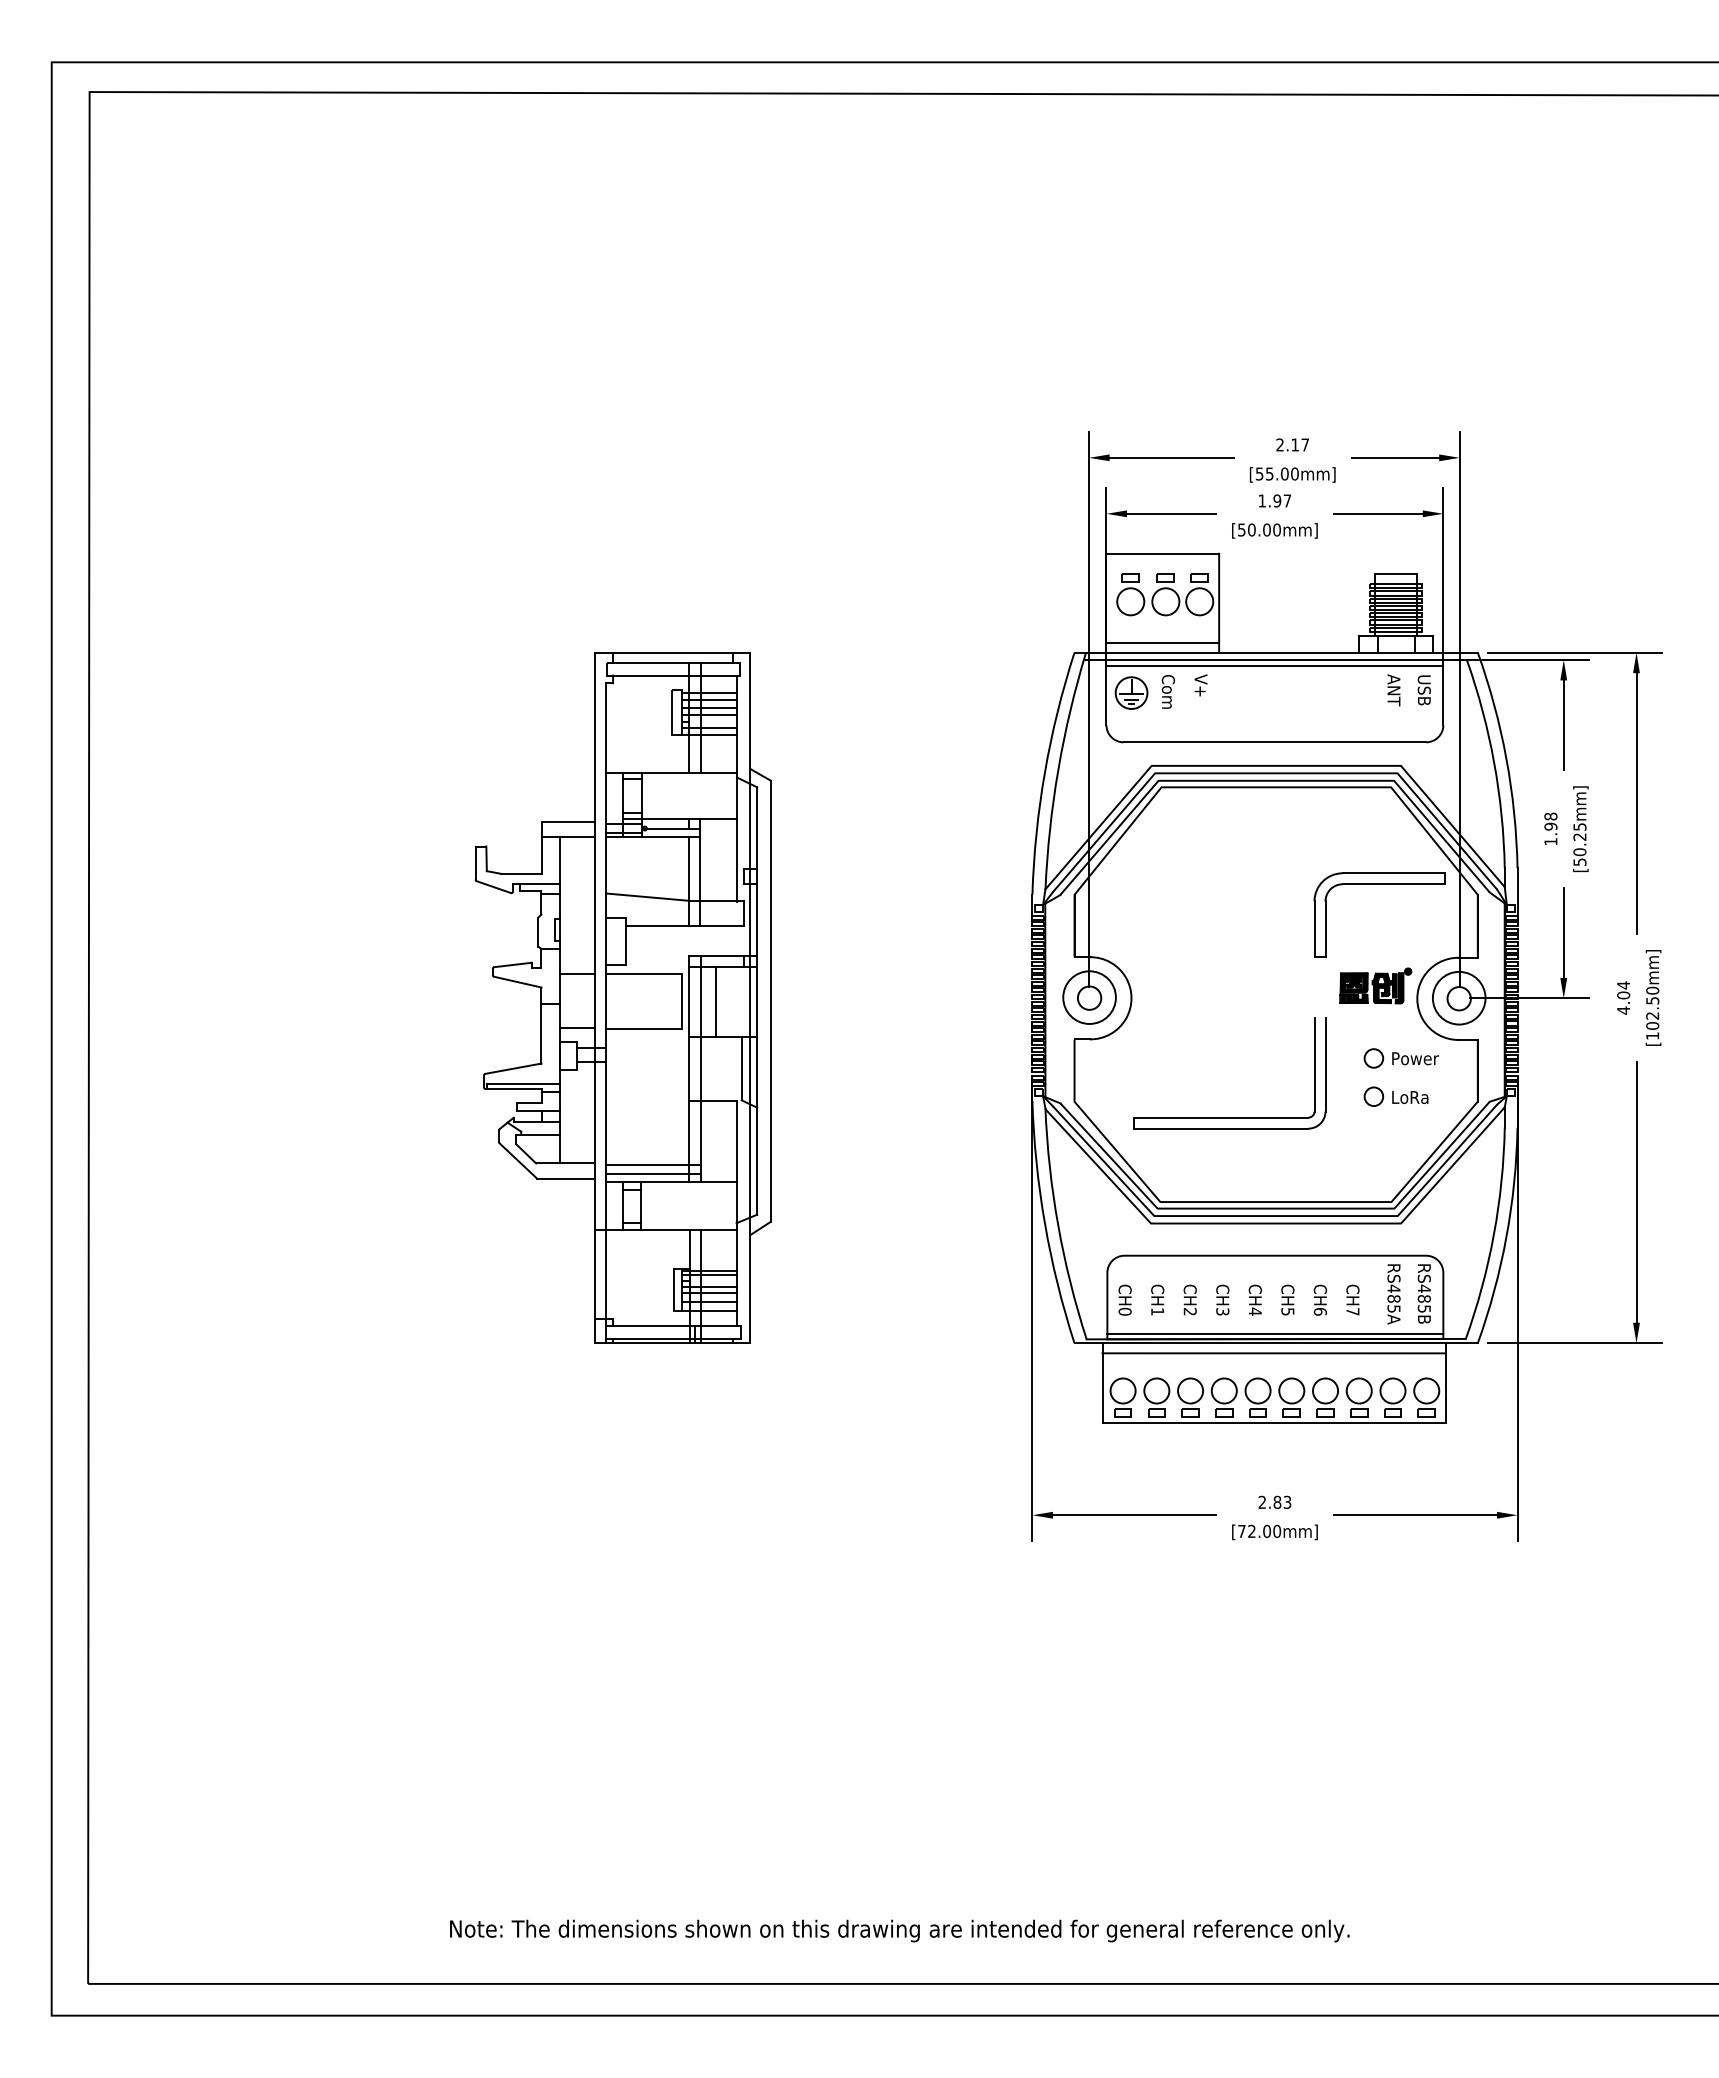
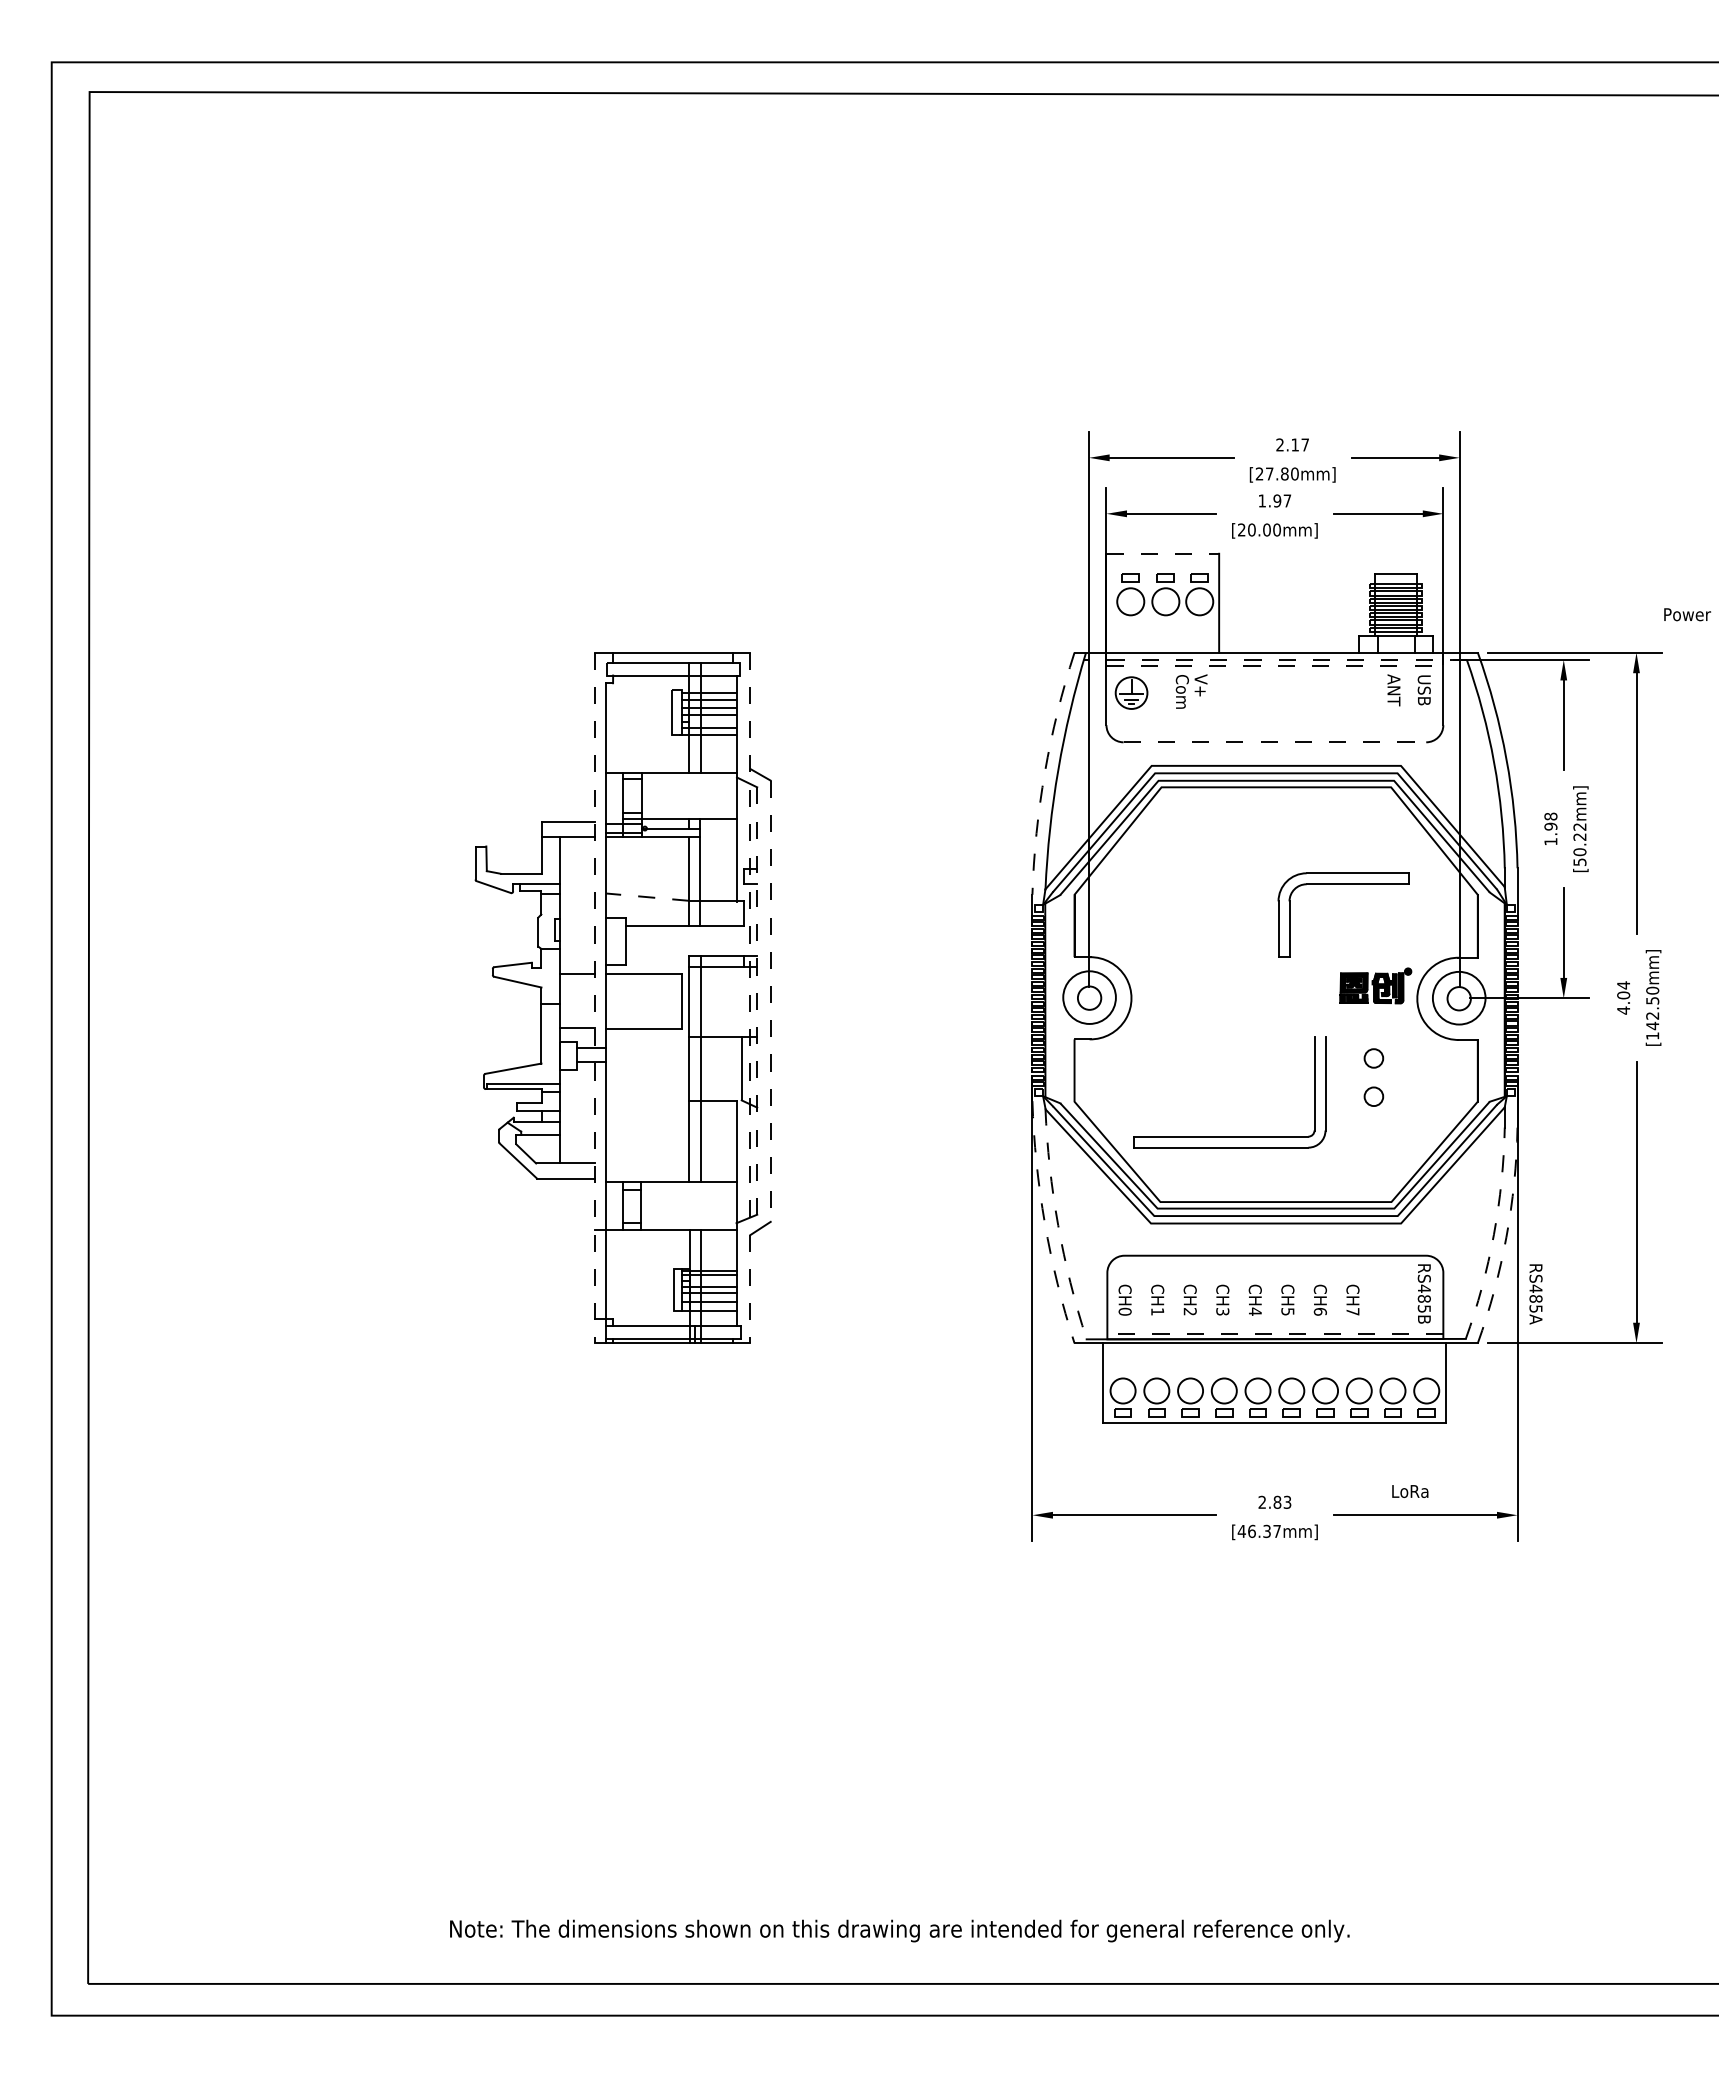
text at (1272, 473): [55.00mm] -> [27.80mm]
text at (1241, 529): [50.00mm] -> [20.00mm]
line at (1163, 553): solid -> dashed
line at (1162, 643): present -> none
line at (1274, 659): solid -> dashed
line at (1275, 665): solid -> dashed
text at (1167, 691) position: (1167, 691) -> (1181, 691)
line at (1275, 742): solid -> dashed
arc at (1044, 772): solid -> dashed
text at (1579, 826): [50.25mm] -> [50.22mm]
part at (1379, 884) position: (1379, 884) -> (1343, 884)
line at (647, 897): solid -> dashed
line at (595, 998): solid -> dashed
line at (750, 998): solid -> dashed
line at (716, 1001): present -> none
line at (757, 1001): solid -> dashed
line at (770, 1001): solid -> dashed
text at (1652, 1025): [102.50mm] -> [142.50mm]
text at (1415, 1058) position: (1415, 1058) -> (1687, 614)
text at (1410, 1097) position: (1410, 1097) -> (1410, 1491)
part at (1229, 1117) position: (1229, 1117) -> (1229, 1136)
line at (653, 1164): present -> none
line at (653, 1173): present -> none
arc at (1044, 1223): solid -> dashed
arc at (1058, 1225): solid -> dashed
arc at (1493, 1234): solid -> dashed
arc at (1506, 1237): solid -> dashed
text at (1393, 1294) position: (1393, 1294) -> (1535, 1294)
line at (1275, 1333): solid -> dashed
line at (1273, 1353): present -> none
text at (1259, 1530): [72.00mm] -> [46.37mm]
